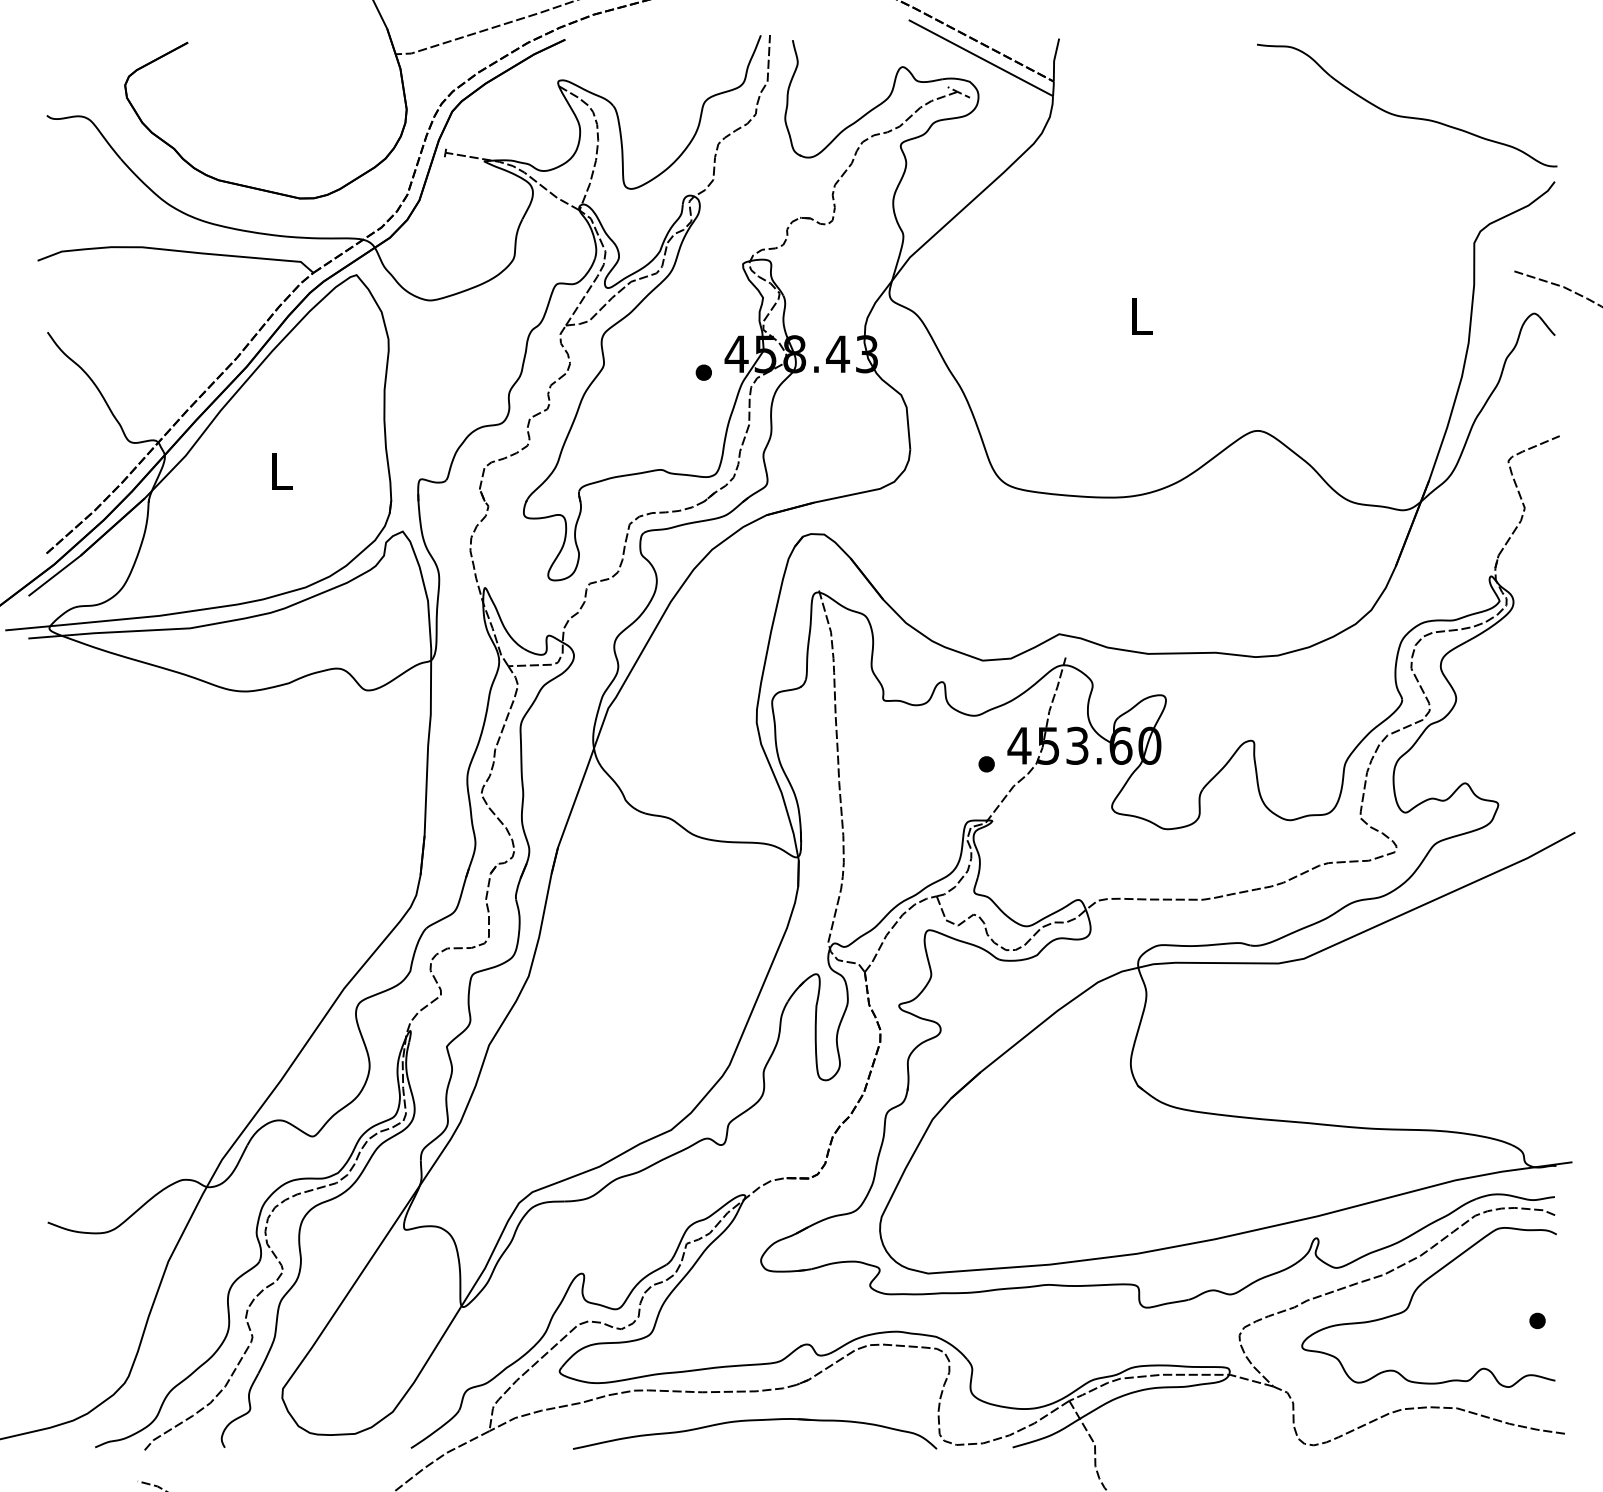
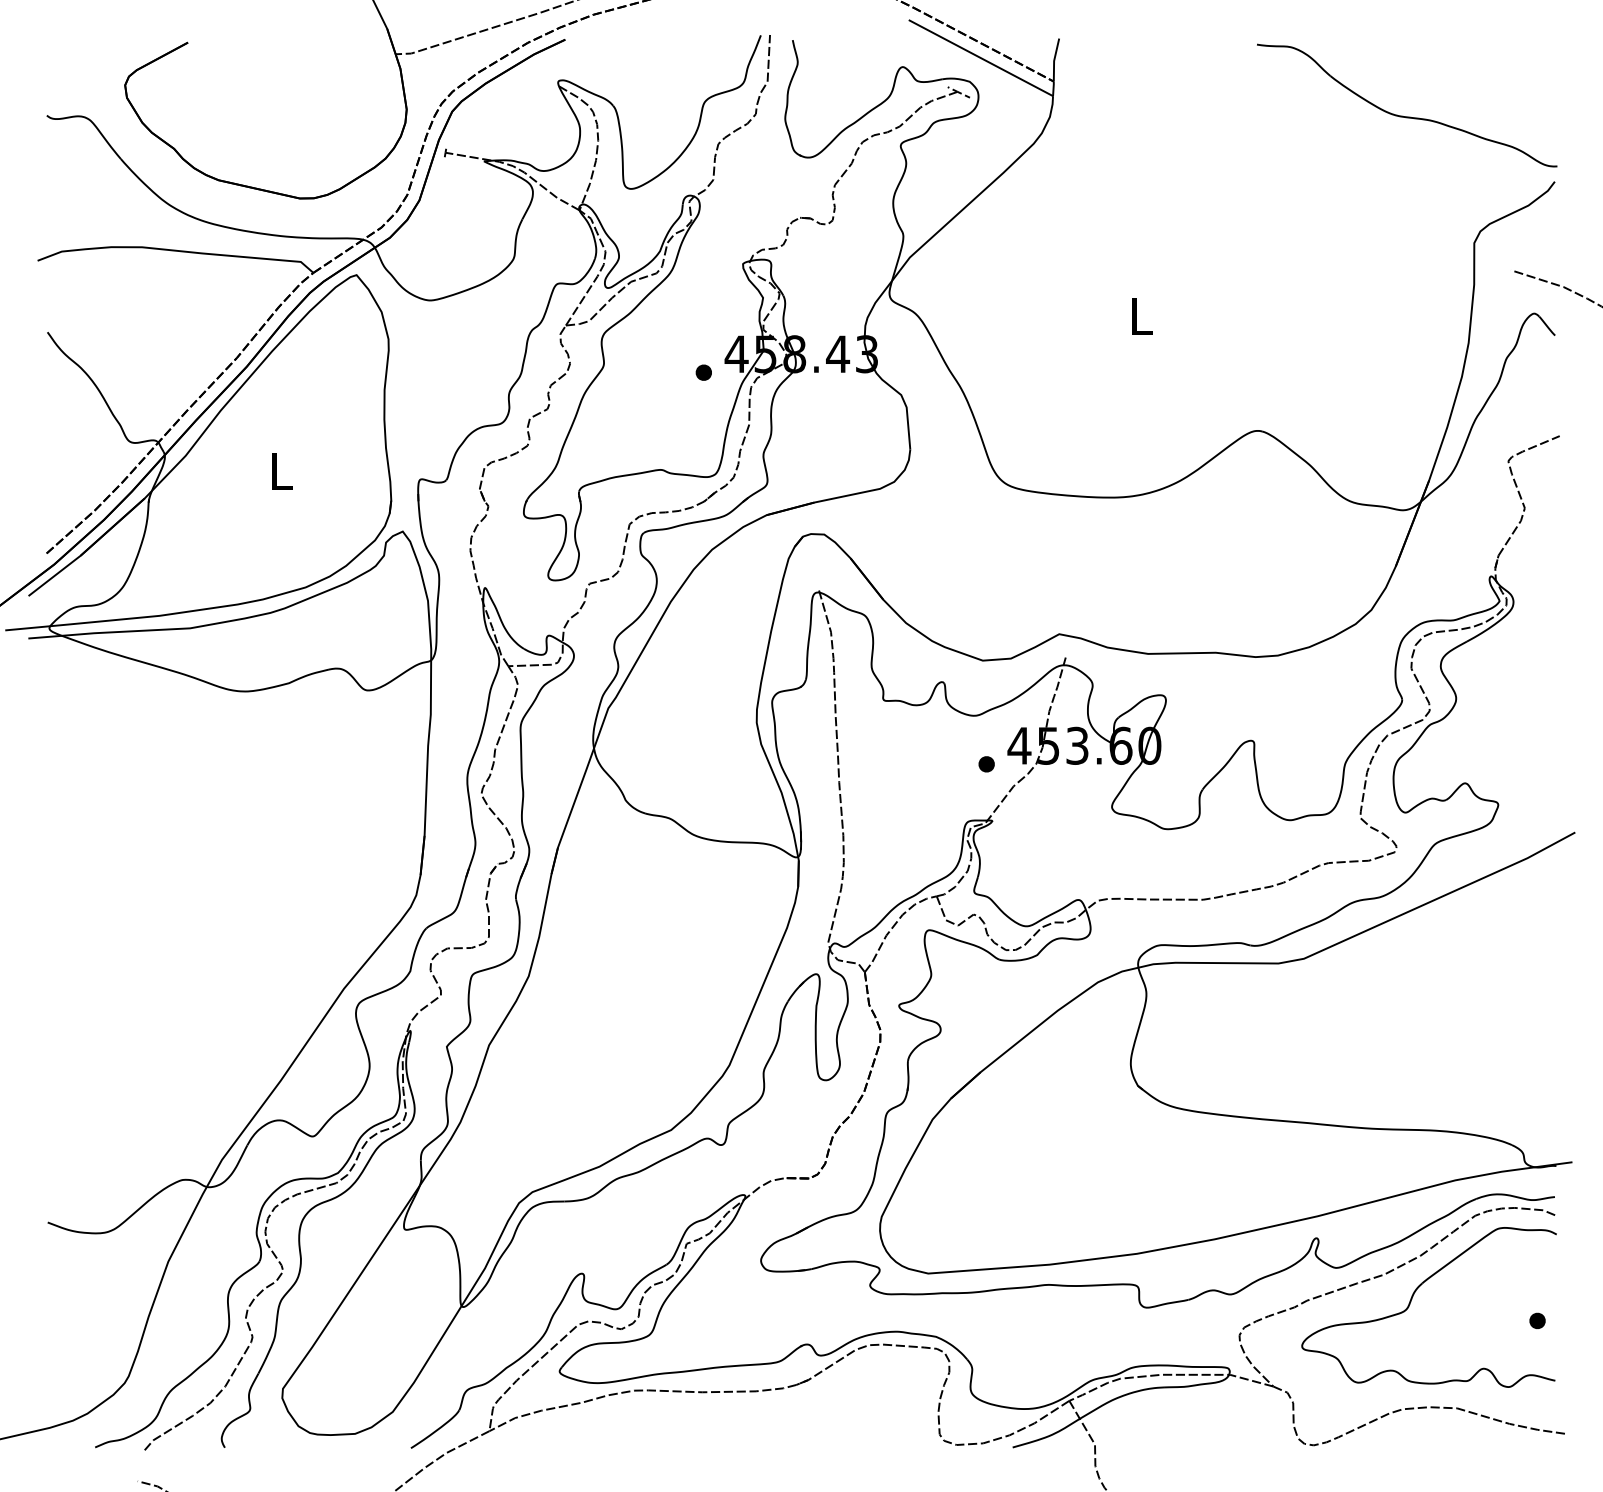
part at (755, 1421): present -> none
